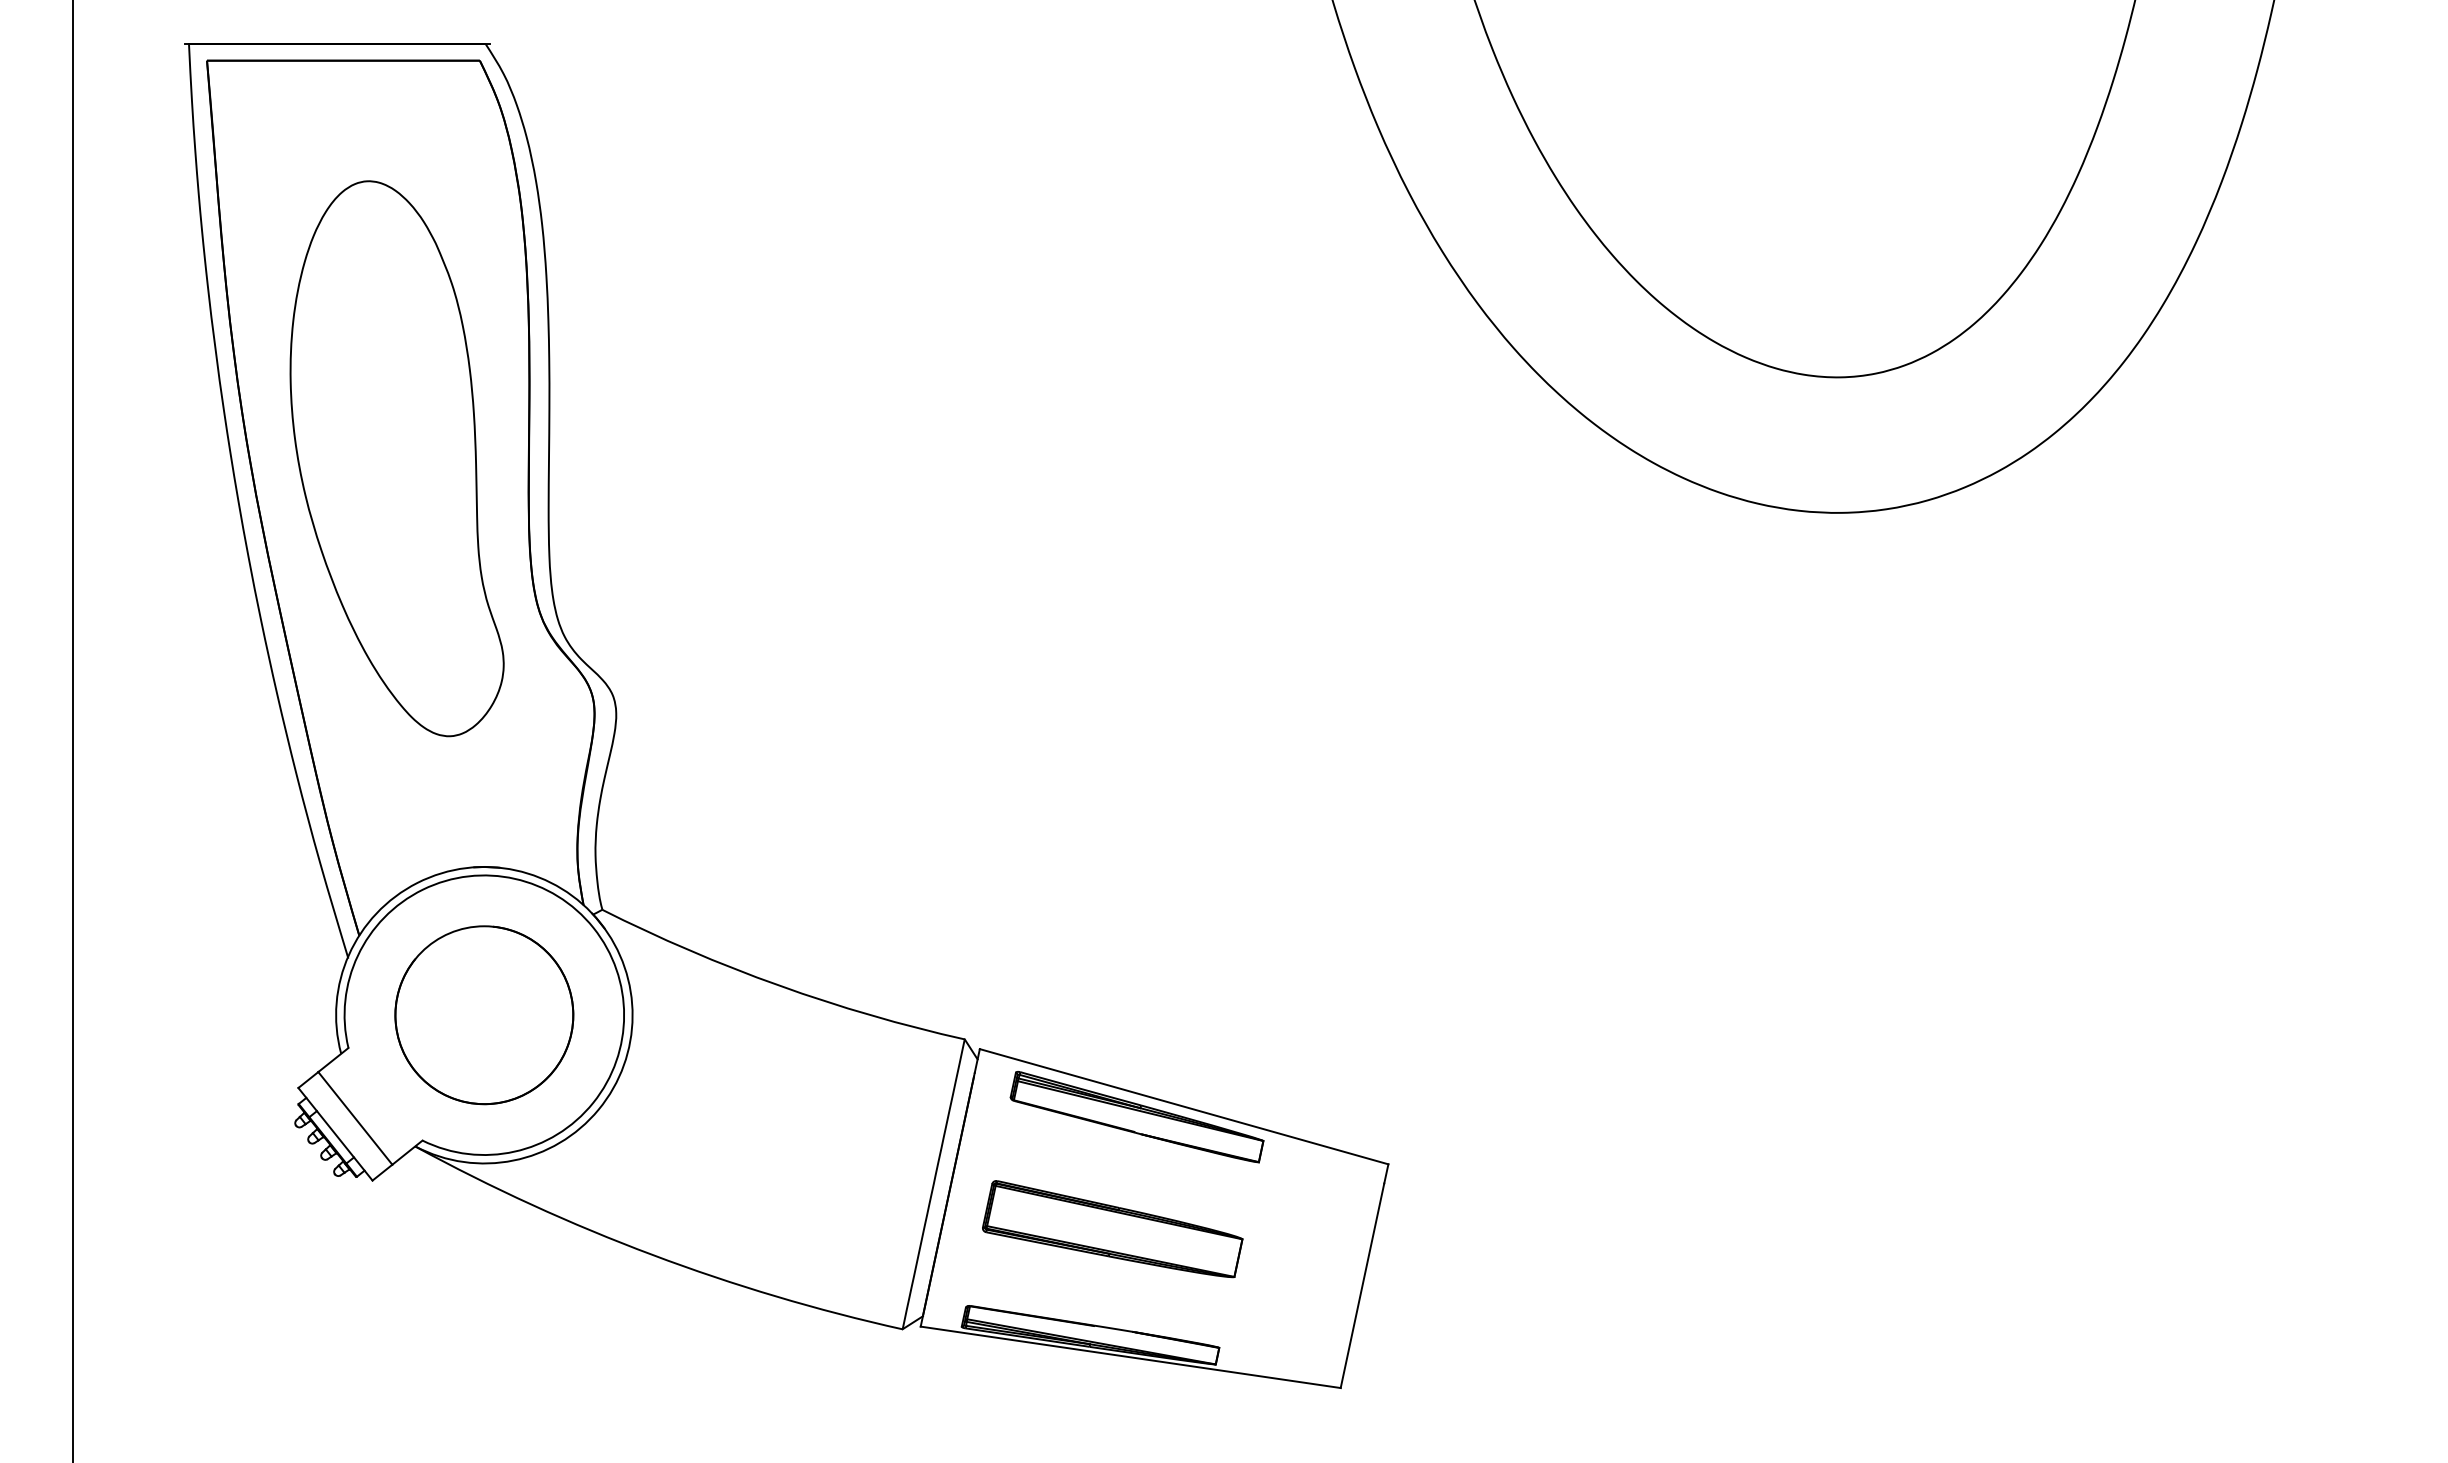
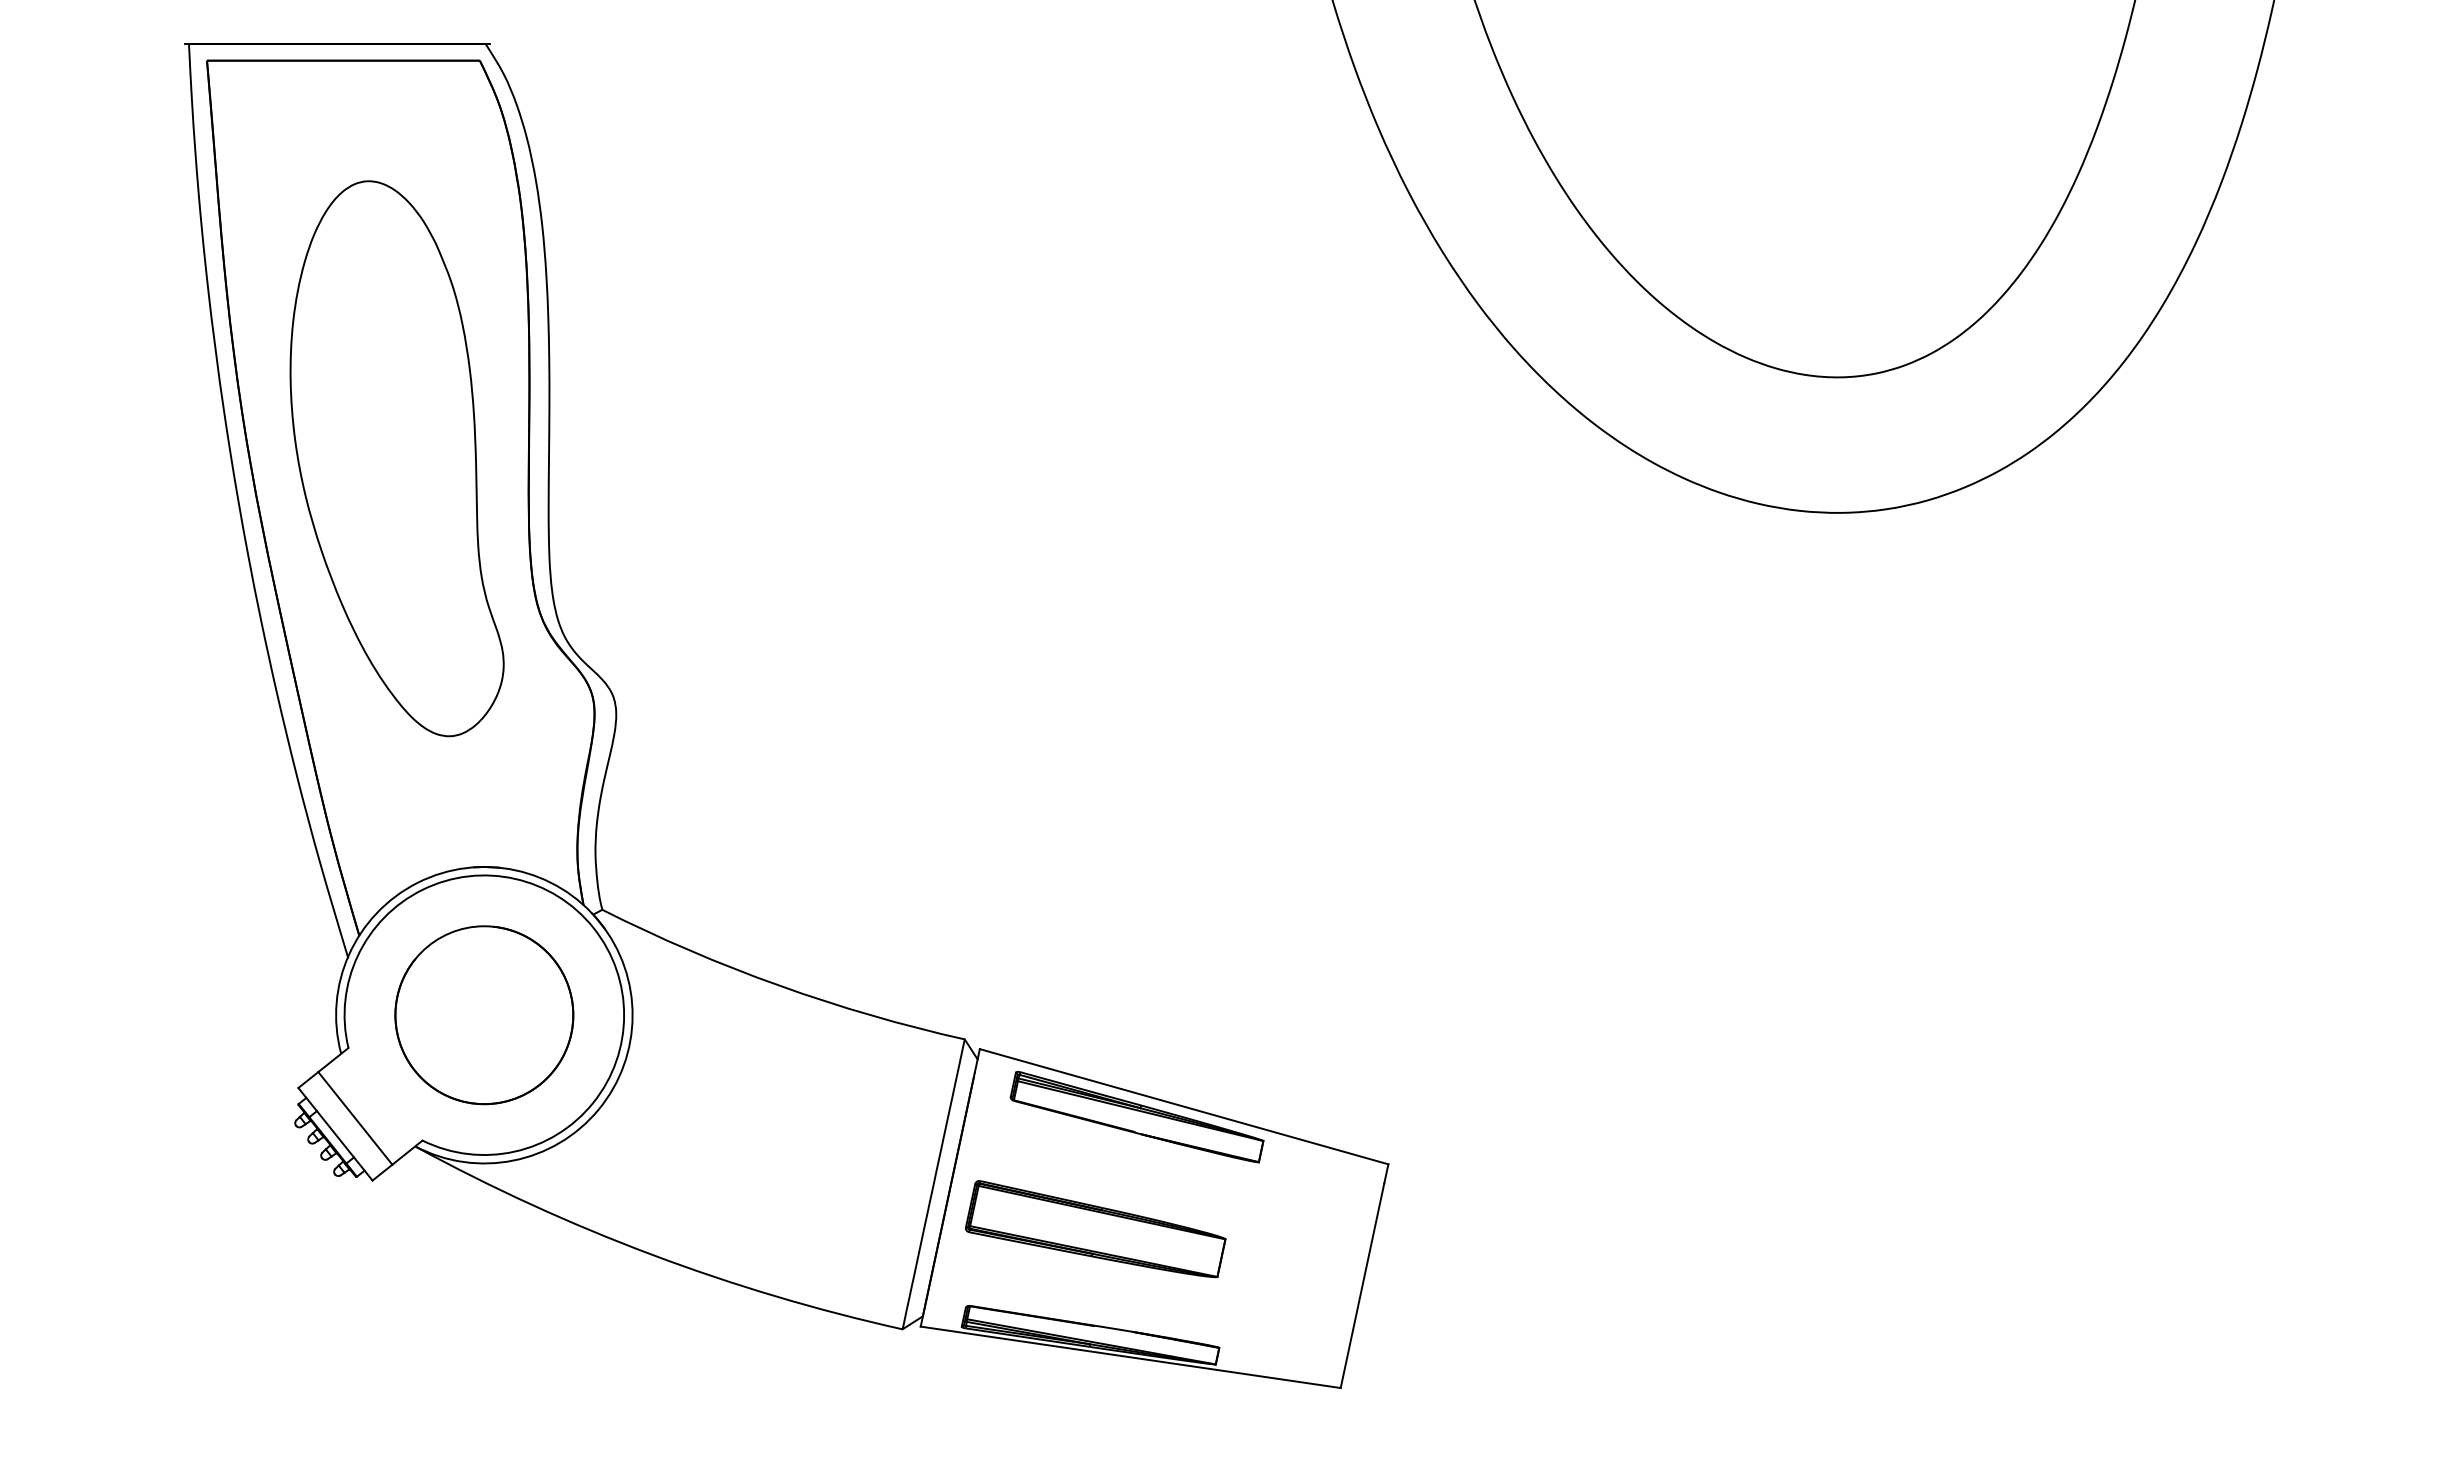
line at (73, 730): present -> none
part at (1112, 1229) position: (1112, 1229) -> (1095, 1229)
